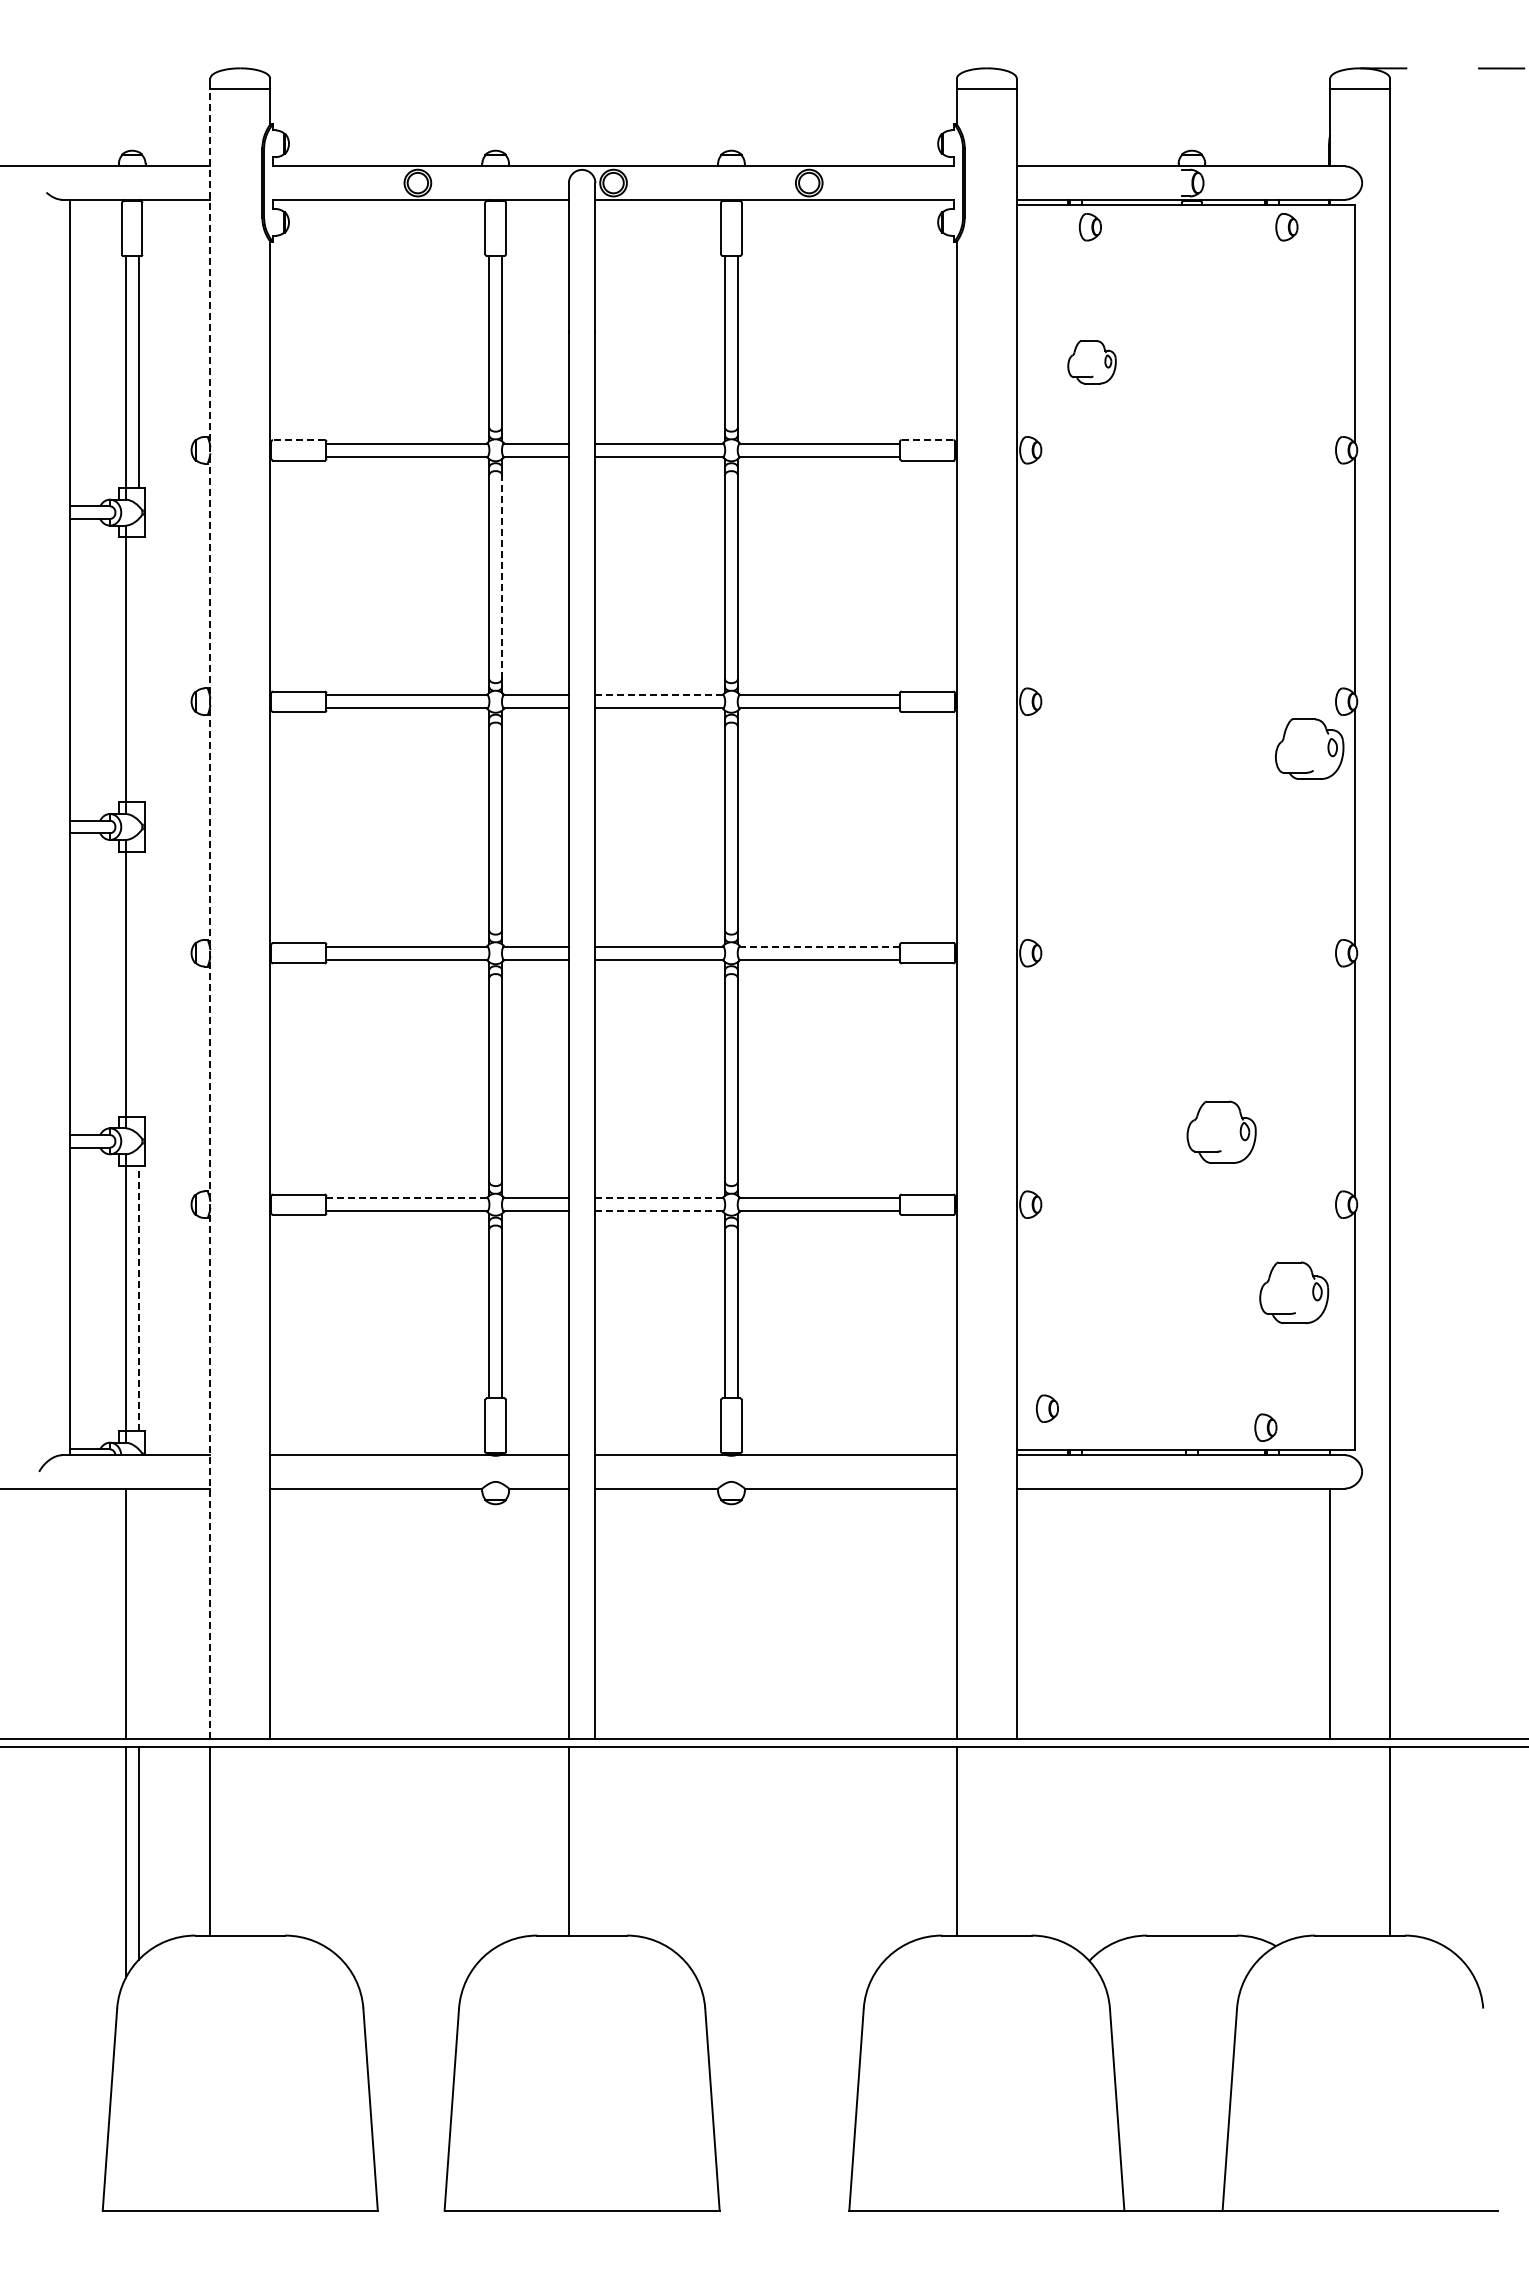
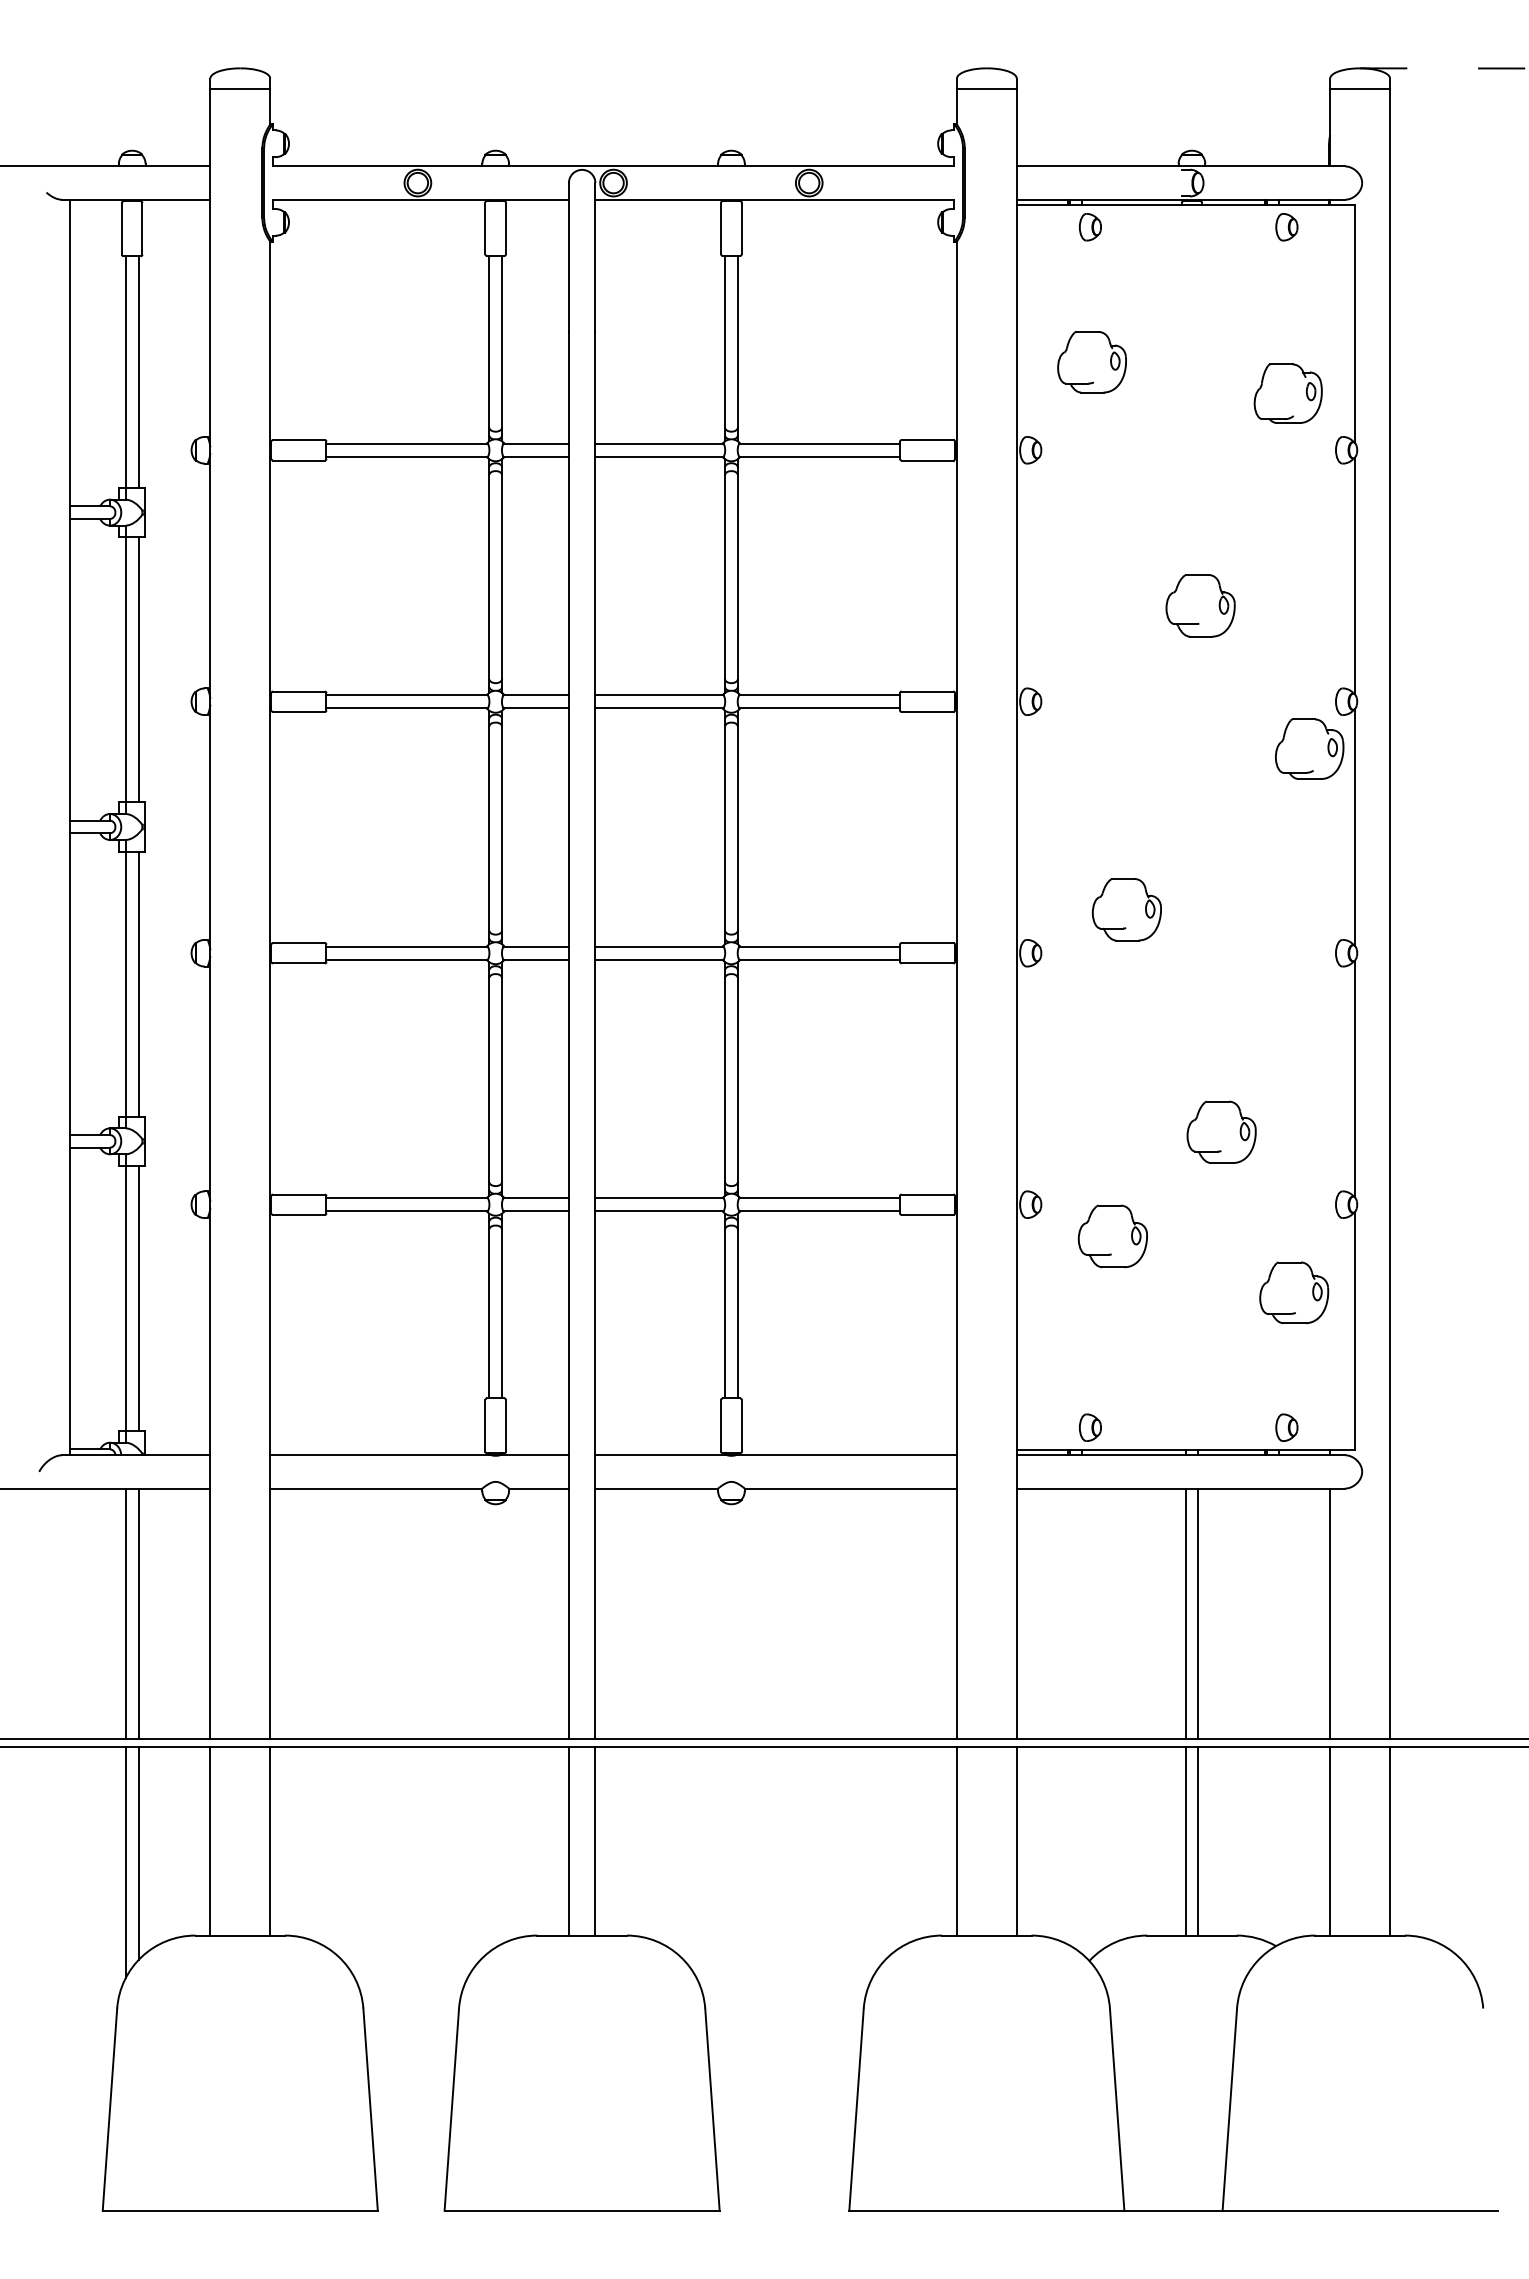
part at (1091, 362) size: 50x45 px -> 70x63 px
part at (1287, 393): none -> present
line at (298, 440): dashed -> solid
line at (927, 440): dashed -> solid
line at (501, 576): dashed -> solid
part at (1200, 605): none -> present
line at (138, 669): none -> present
line at (660, 695): dashed -> solid
part at (1126, 909): none -> present
line at (210, 913): dashed -> solid
line at (819, 946): dashed -> solid
line at (138, 983): none -> present
line at (407, 1198): dashed -> solid
line at (660, 1198): dashed -> solid
line at (660, 1211): dashed -> solid
part at (1112, 1236): none -> present
line at (138, 1298): dashed -> solid
part at (1046, 1408) position: (1046, 1408) -> (1089, 1427)
part at (1265, 1427) position: (1265, 1427) -> (1286, 1427)
line at (138, 1613): none -> present
line at (1185, 1613): none -> present
line at (1198, 1613): none -> present
line at (270, 1840): none -> present
line at (595, 1840): none -> present
line at (1016, 1840): none -> present
line at (1185, 1840): none -> present
line at (1198, 1840): none -> present
line at (1330, 1840): none -> present
